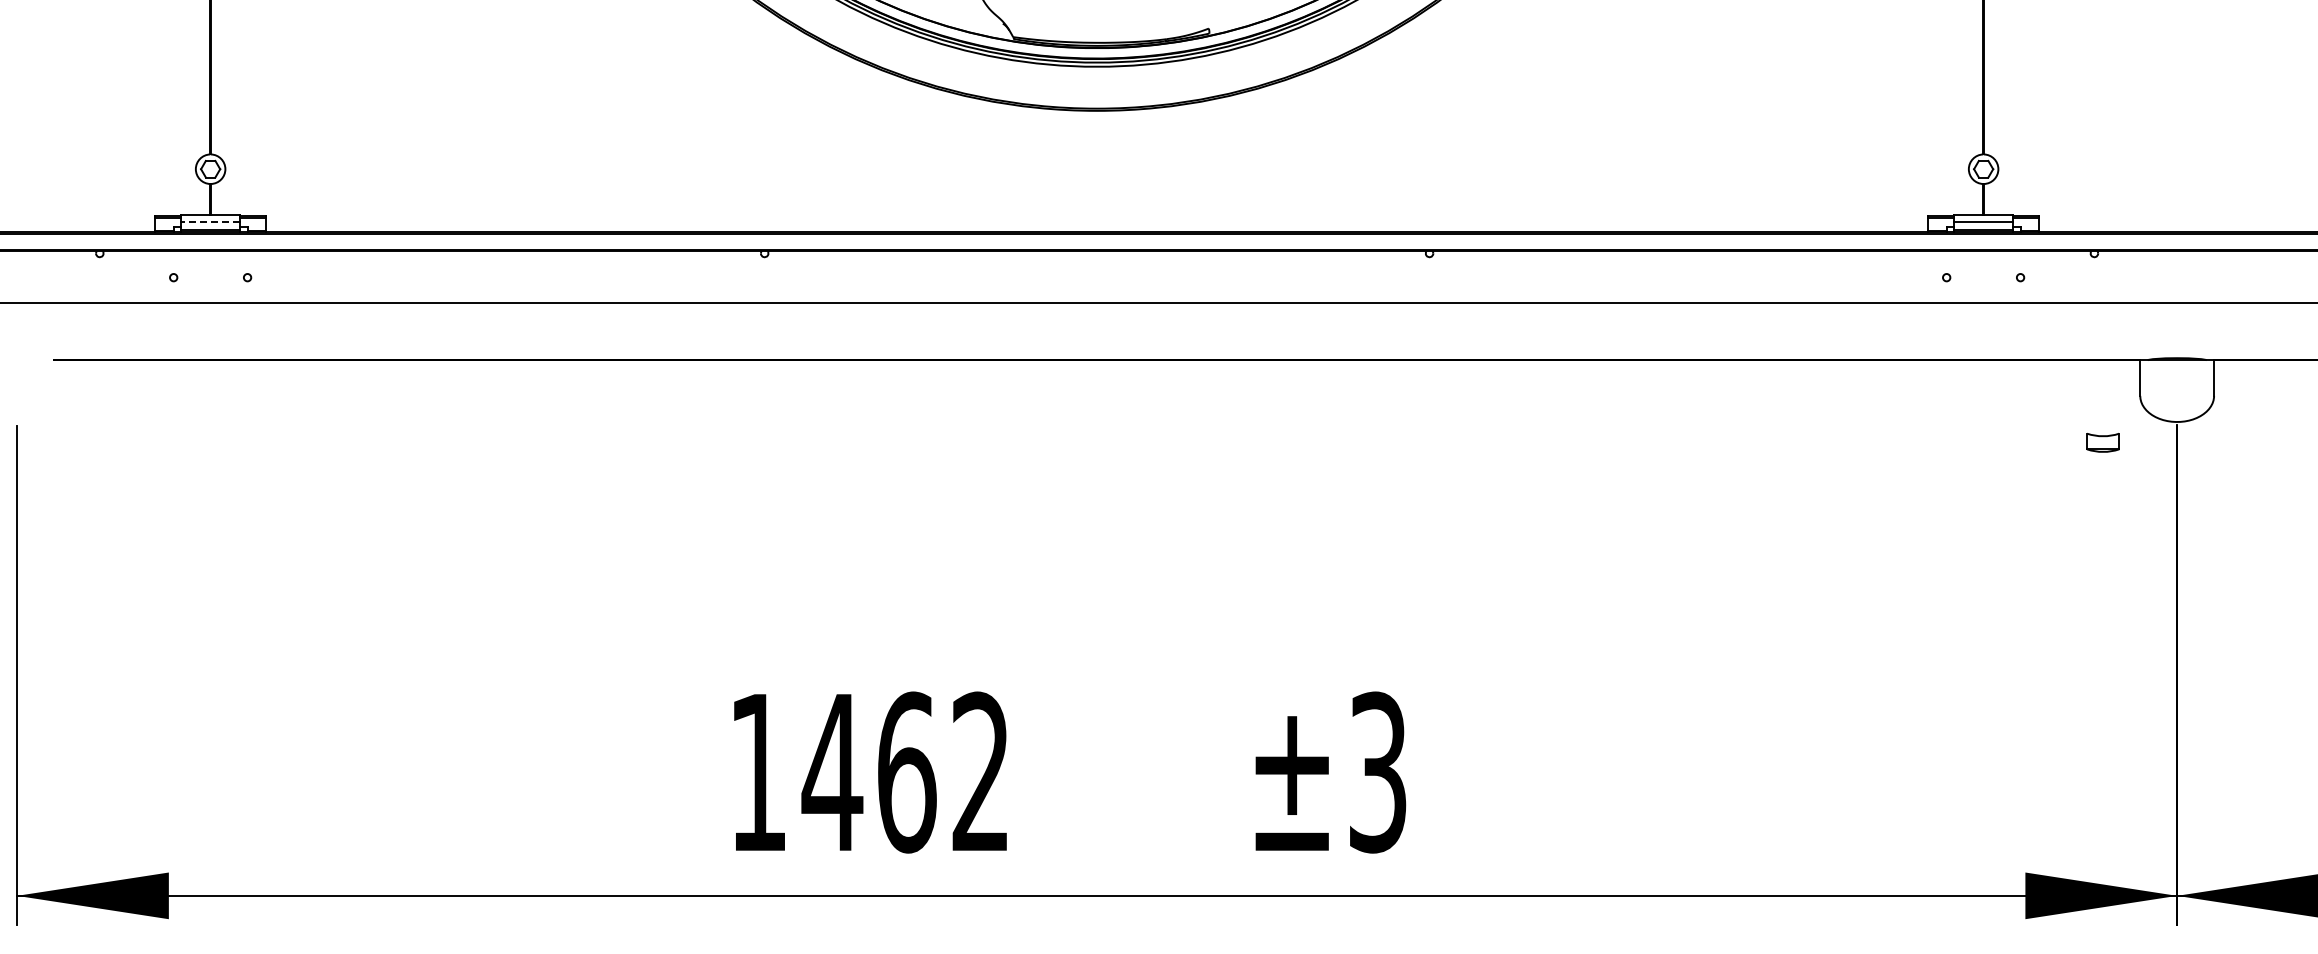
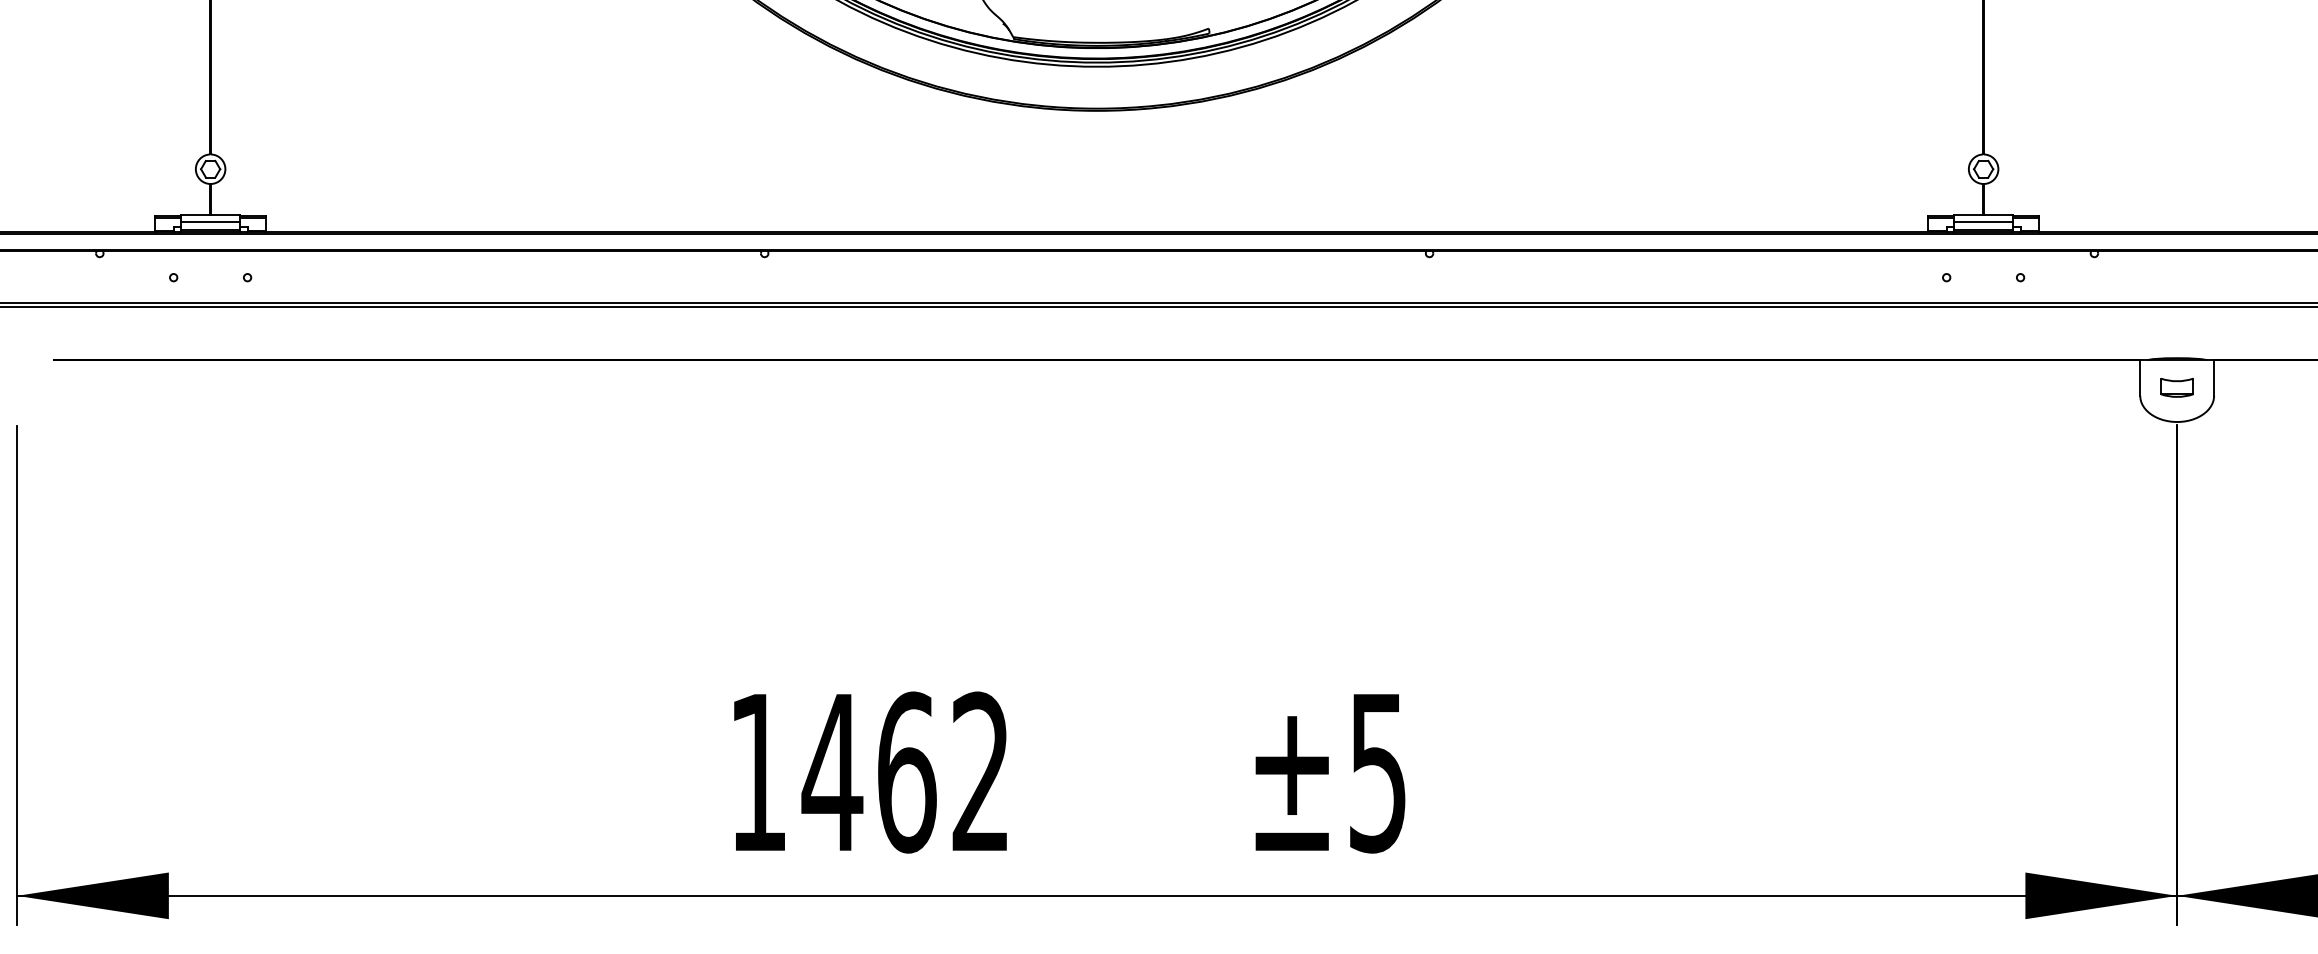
line at (210, 222): dashed -> solid
line at (1158, 306): none -> present
part at (2102, 442) position: (2102, 442) -> (2176, 387)
text at (1378, 772): ±3 -> ±5
